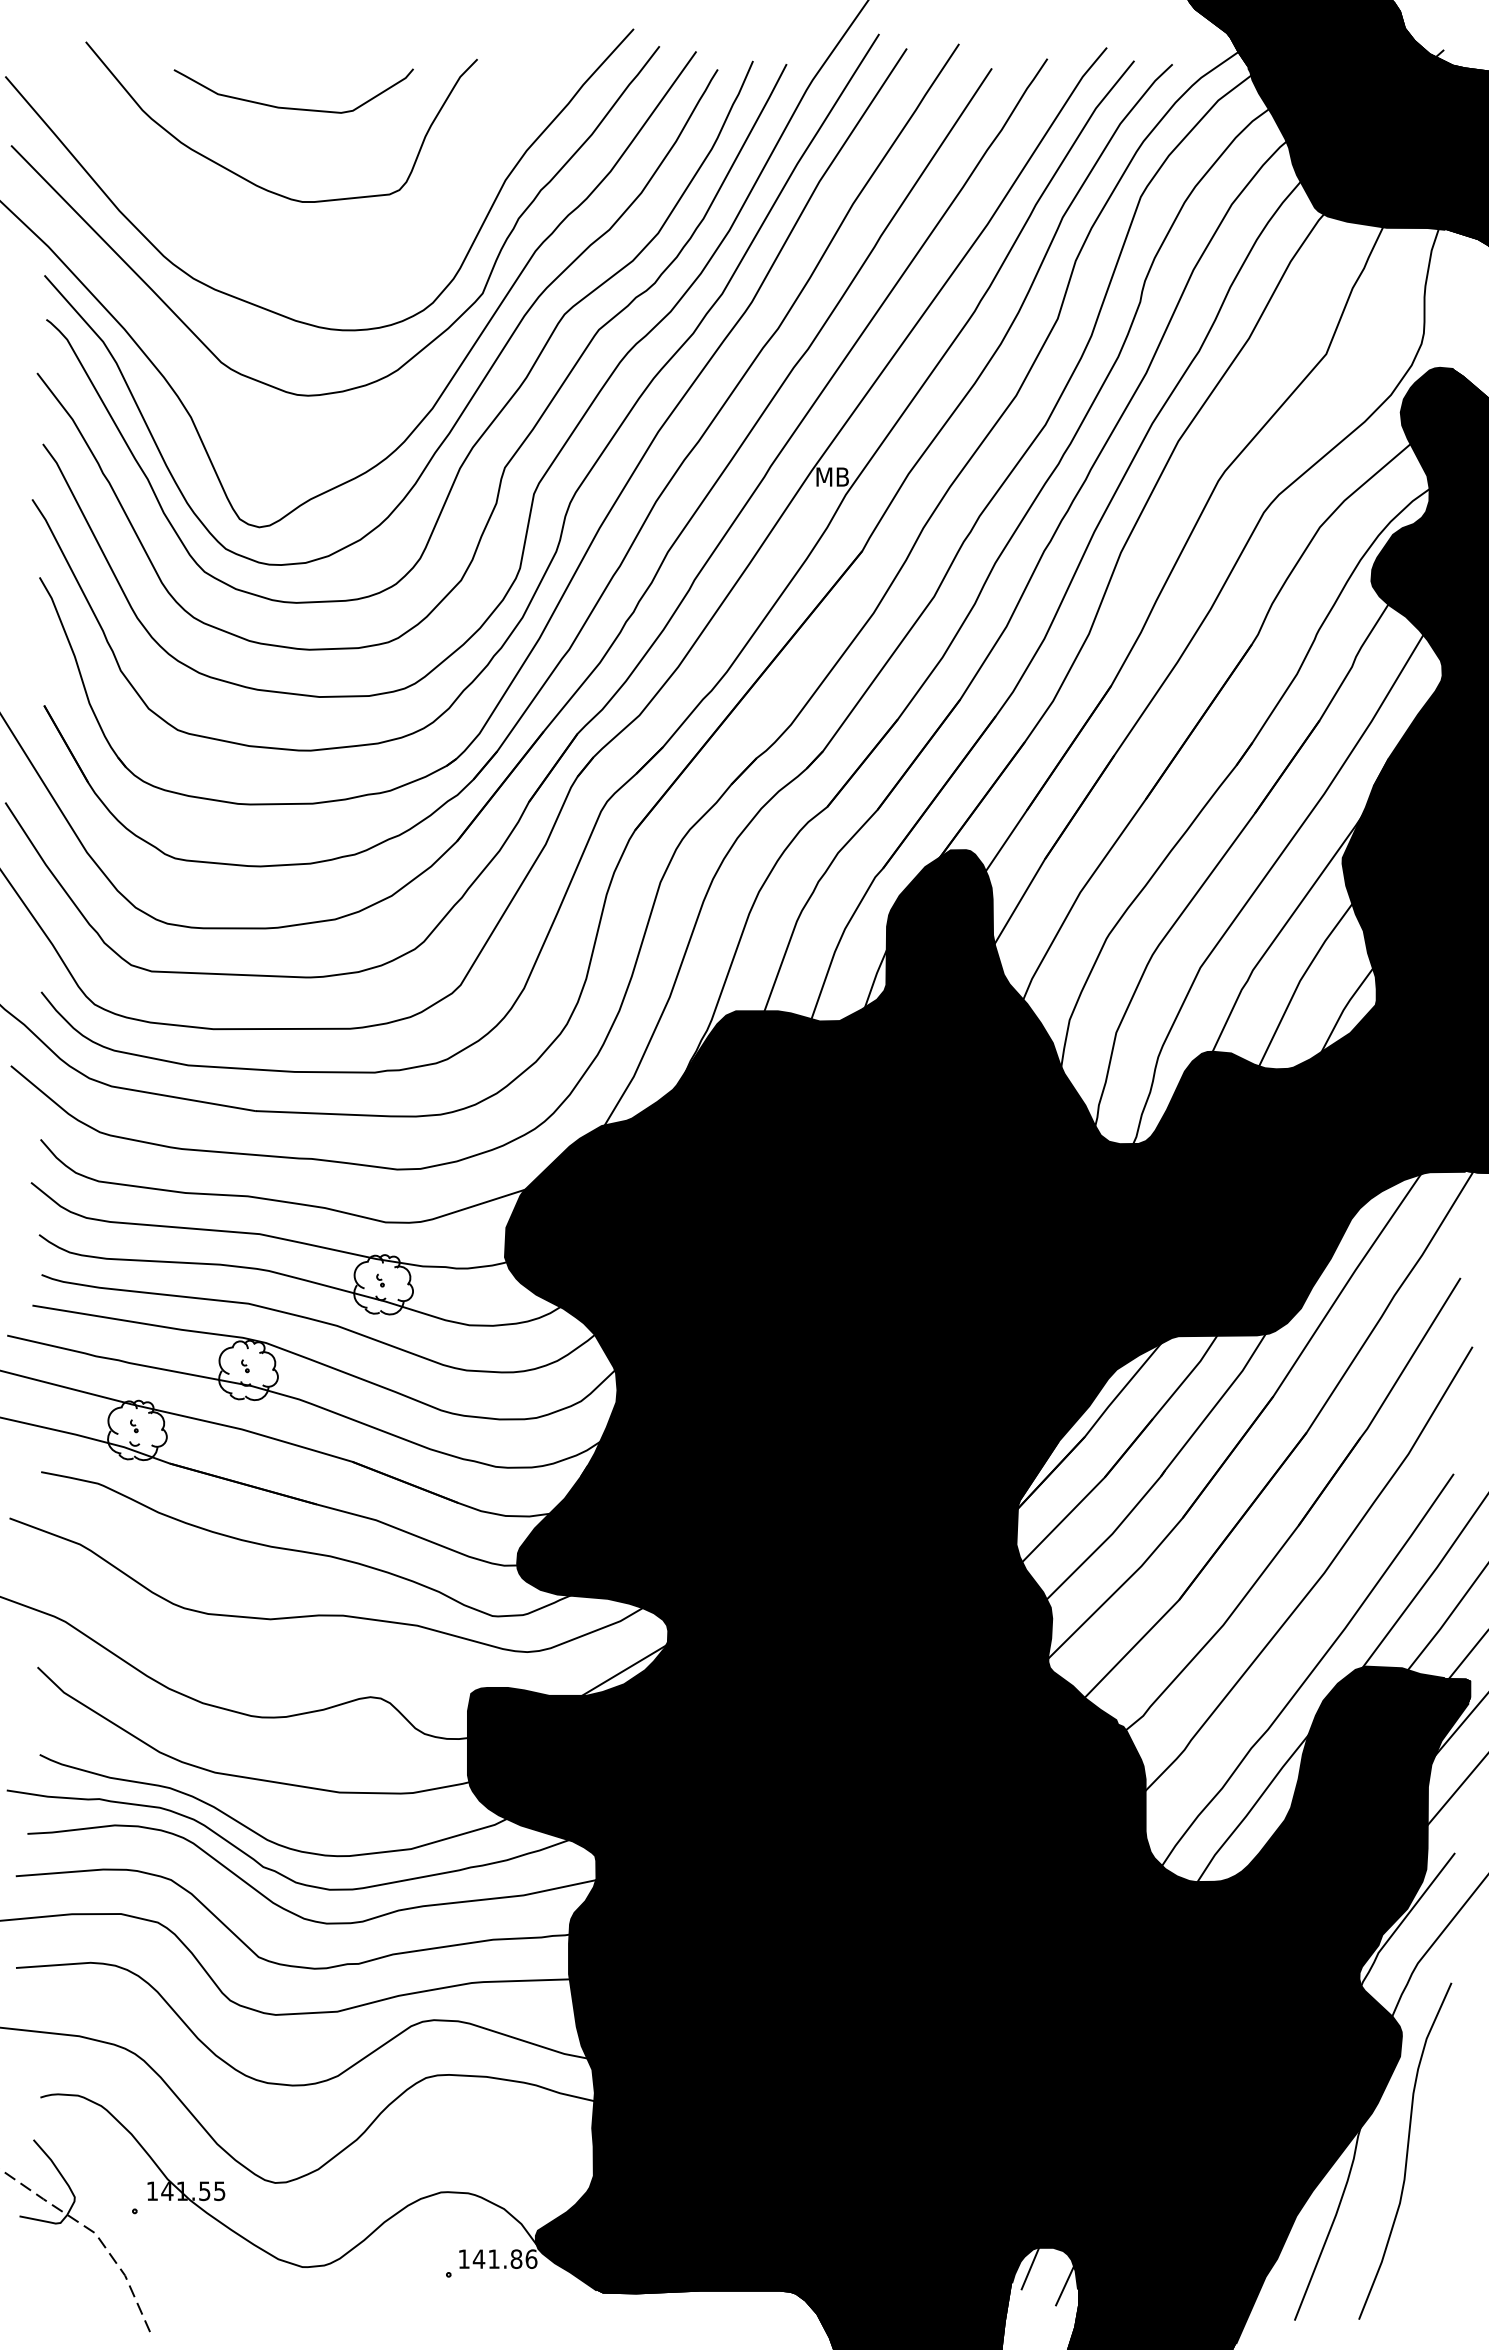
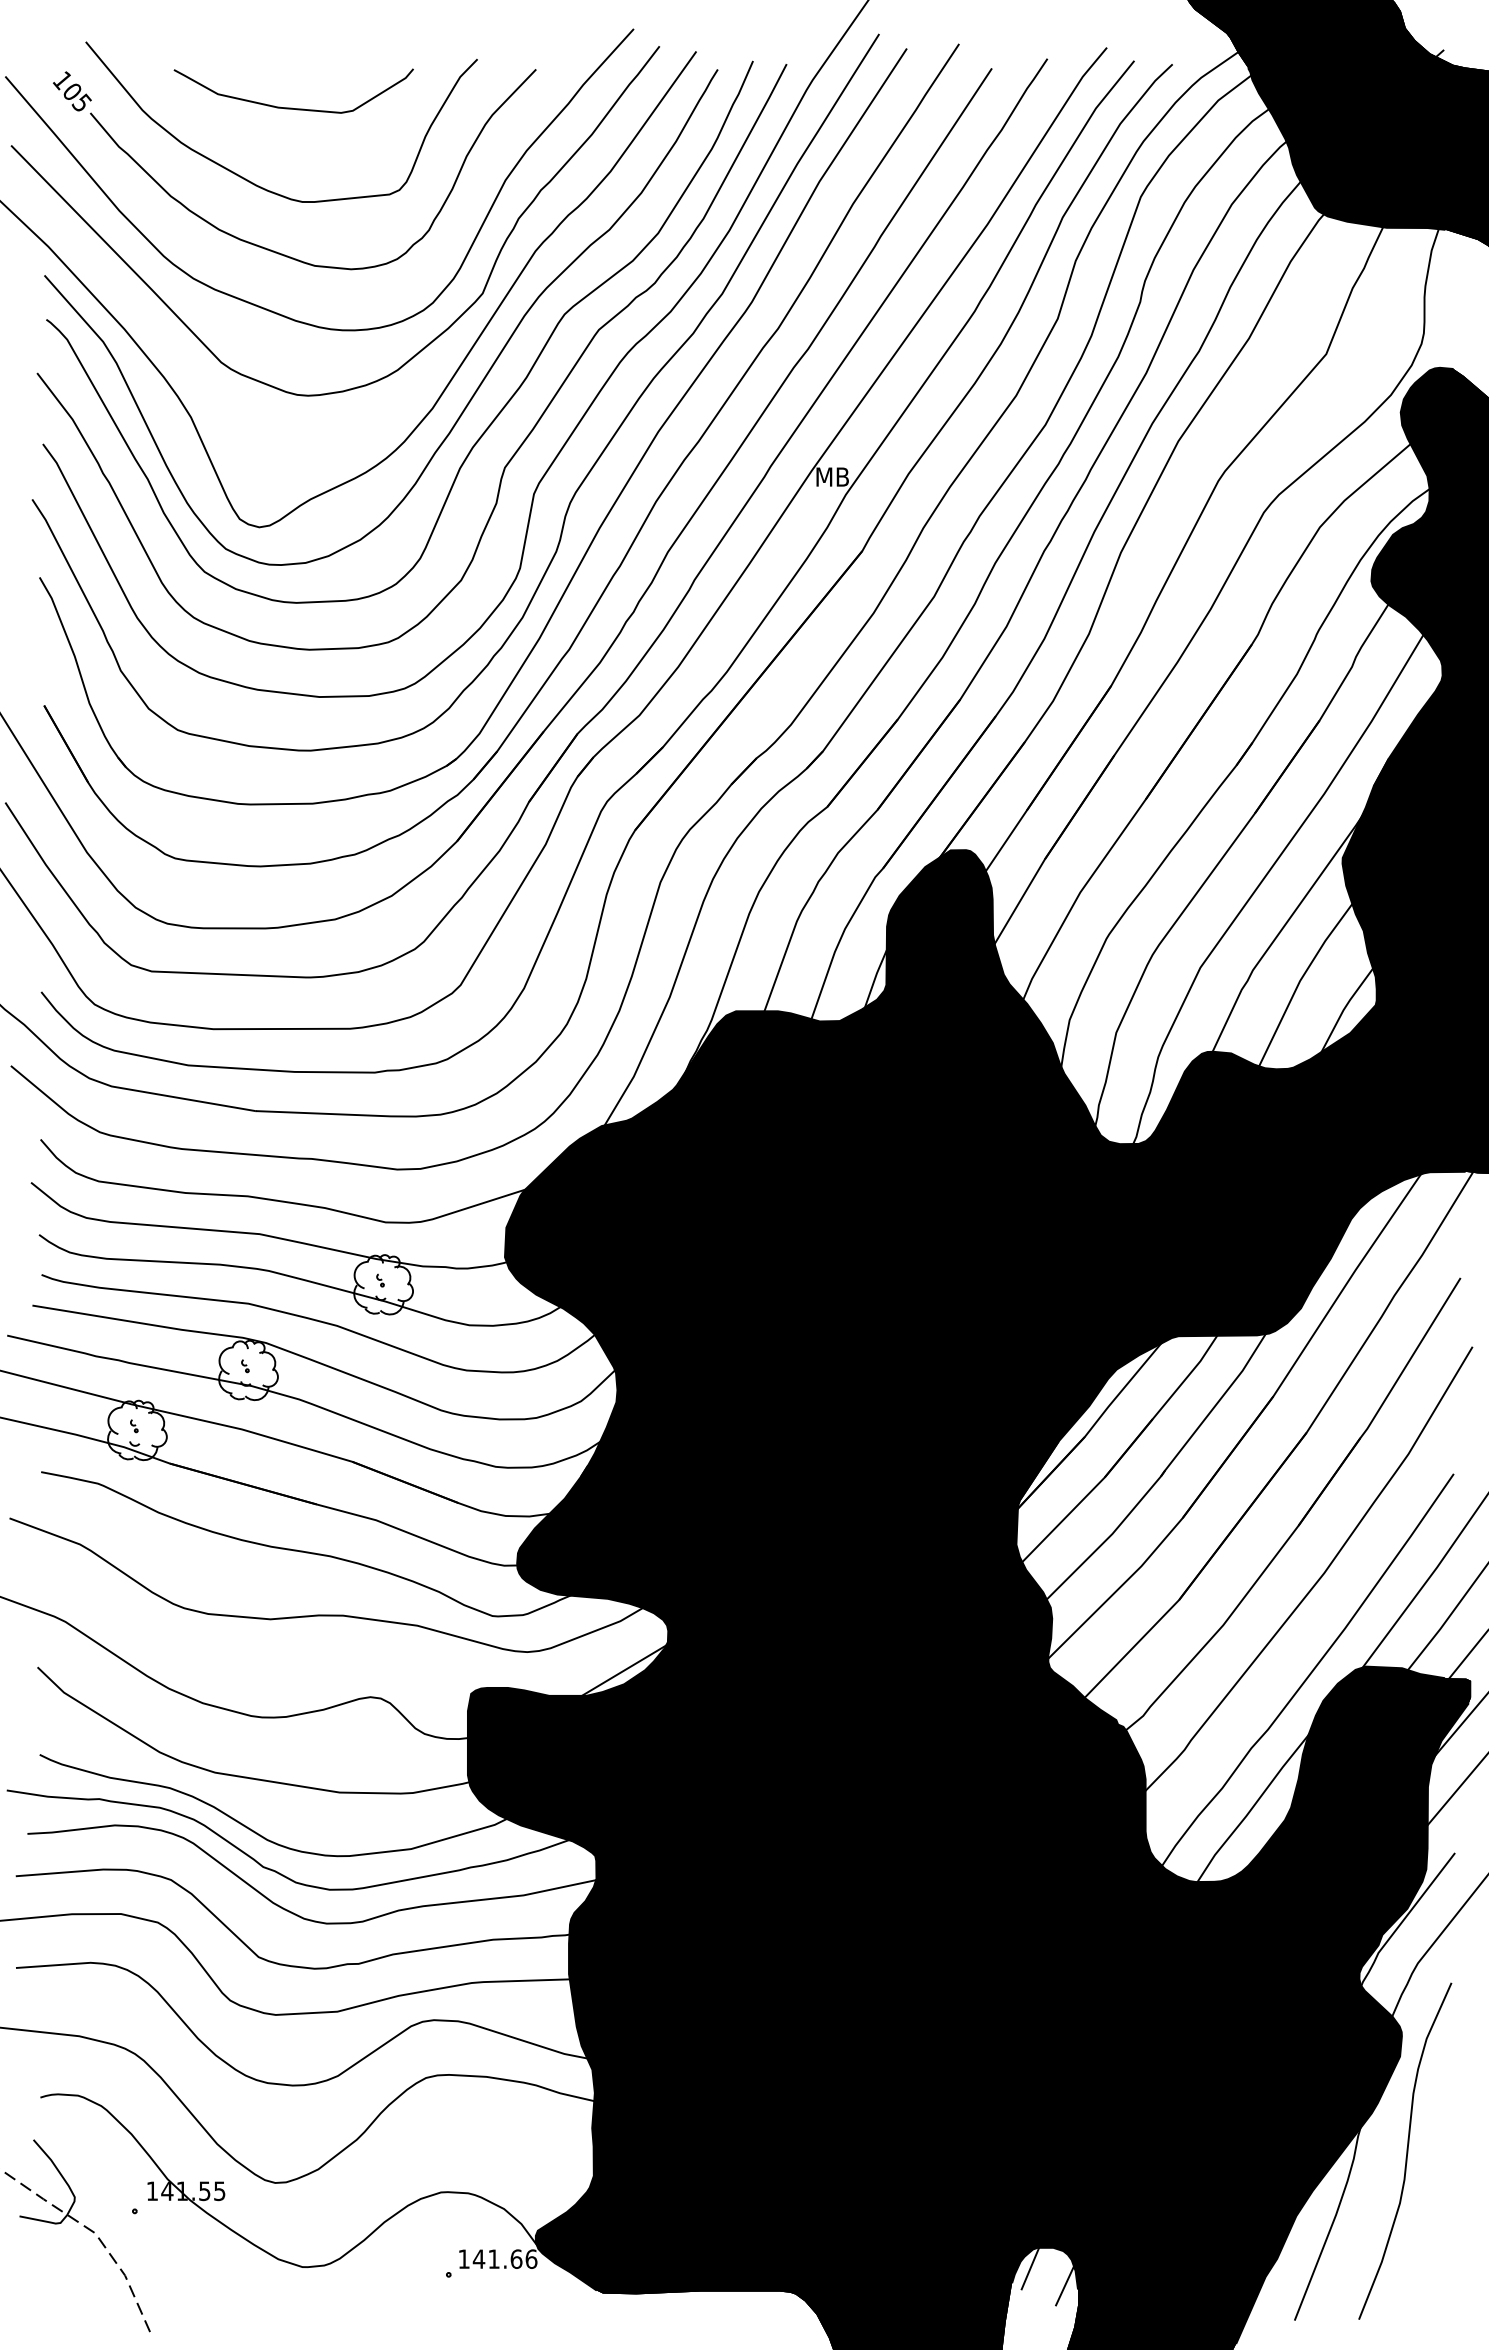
part at (268, 248): none -> present
text at (516, 2258): 141.86 -> 141.66
